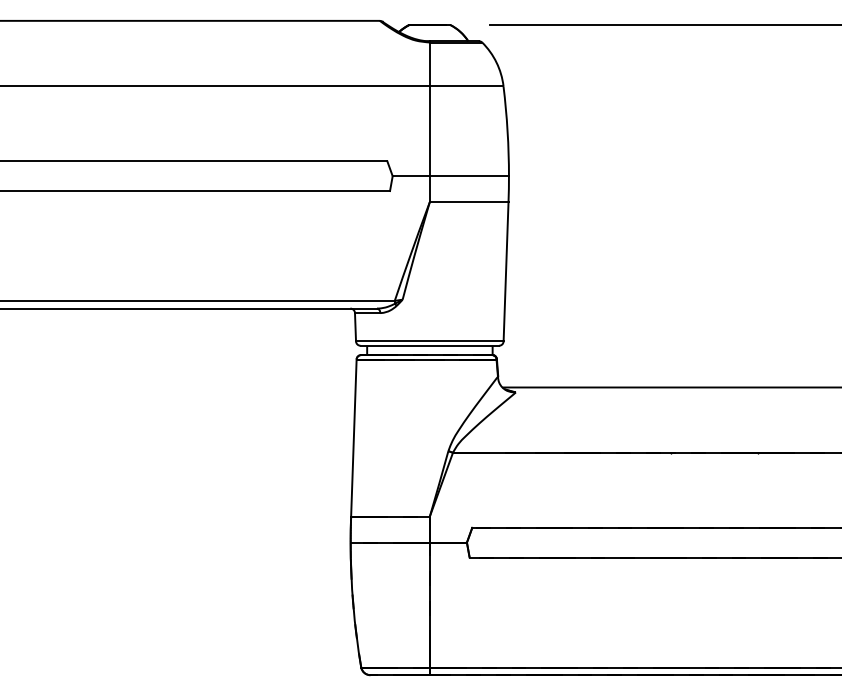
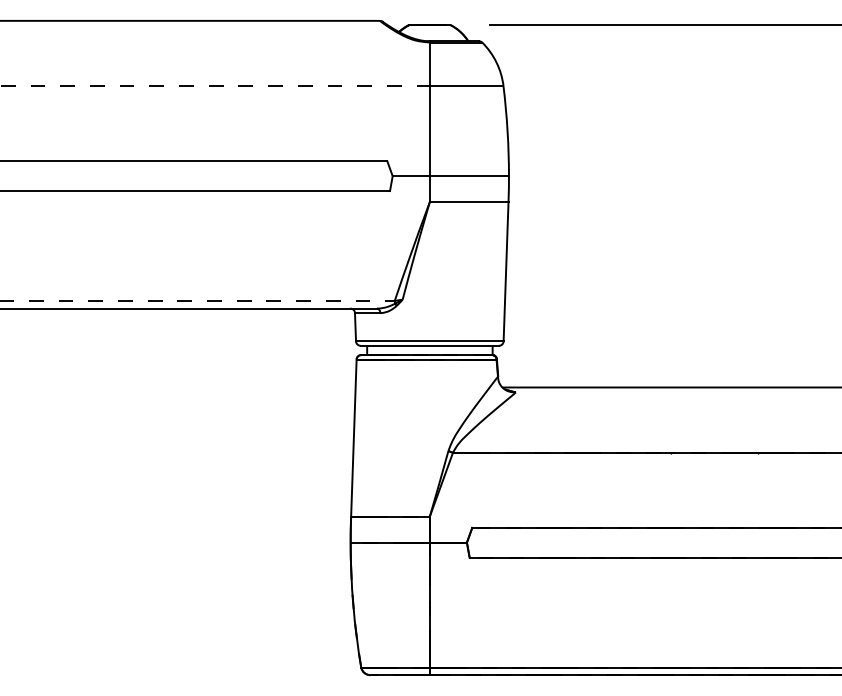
line at (215, 86): solid -> dashed
line at (197, 300): solid -> dashed
